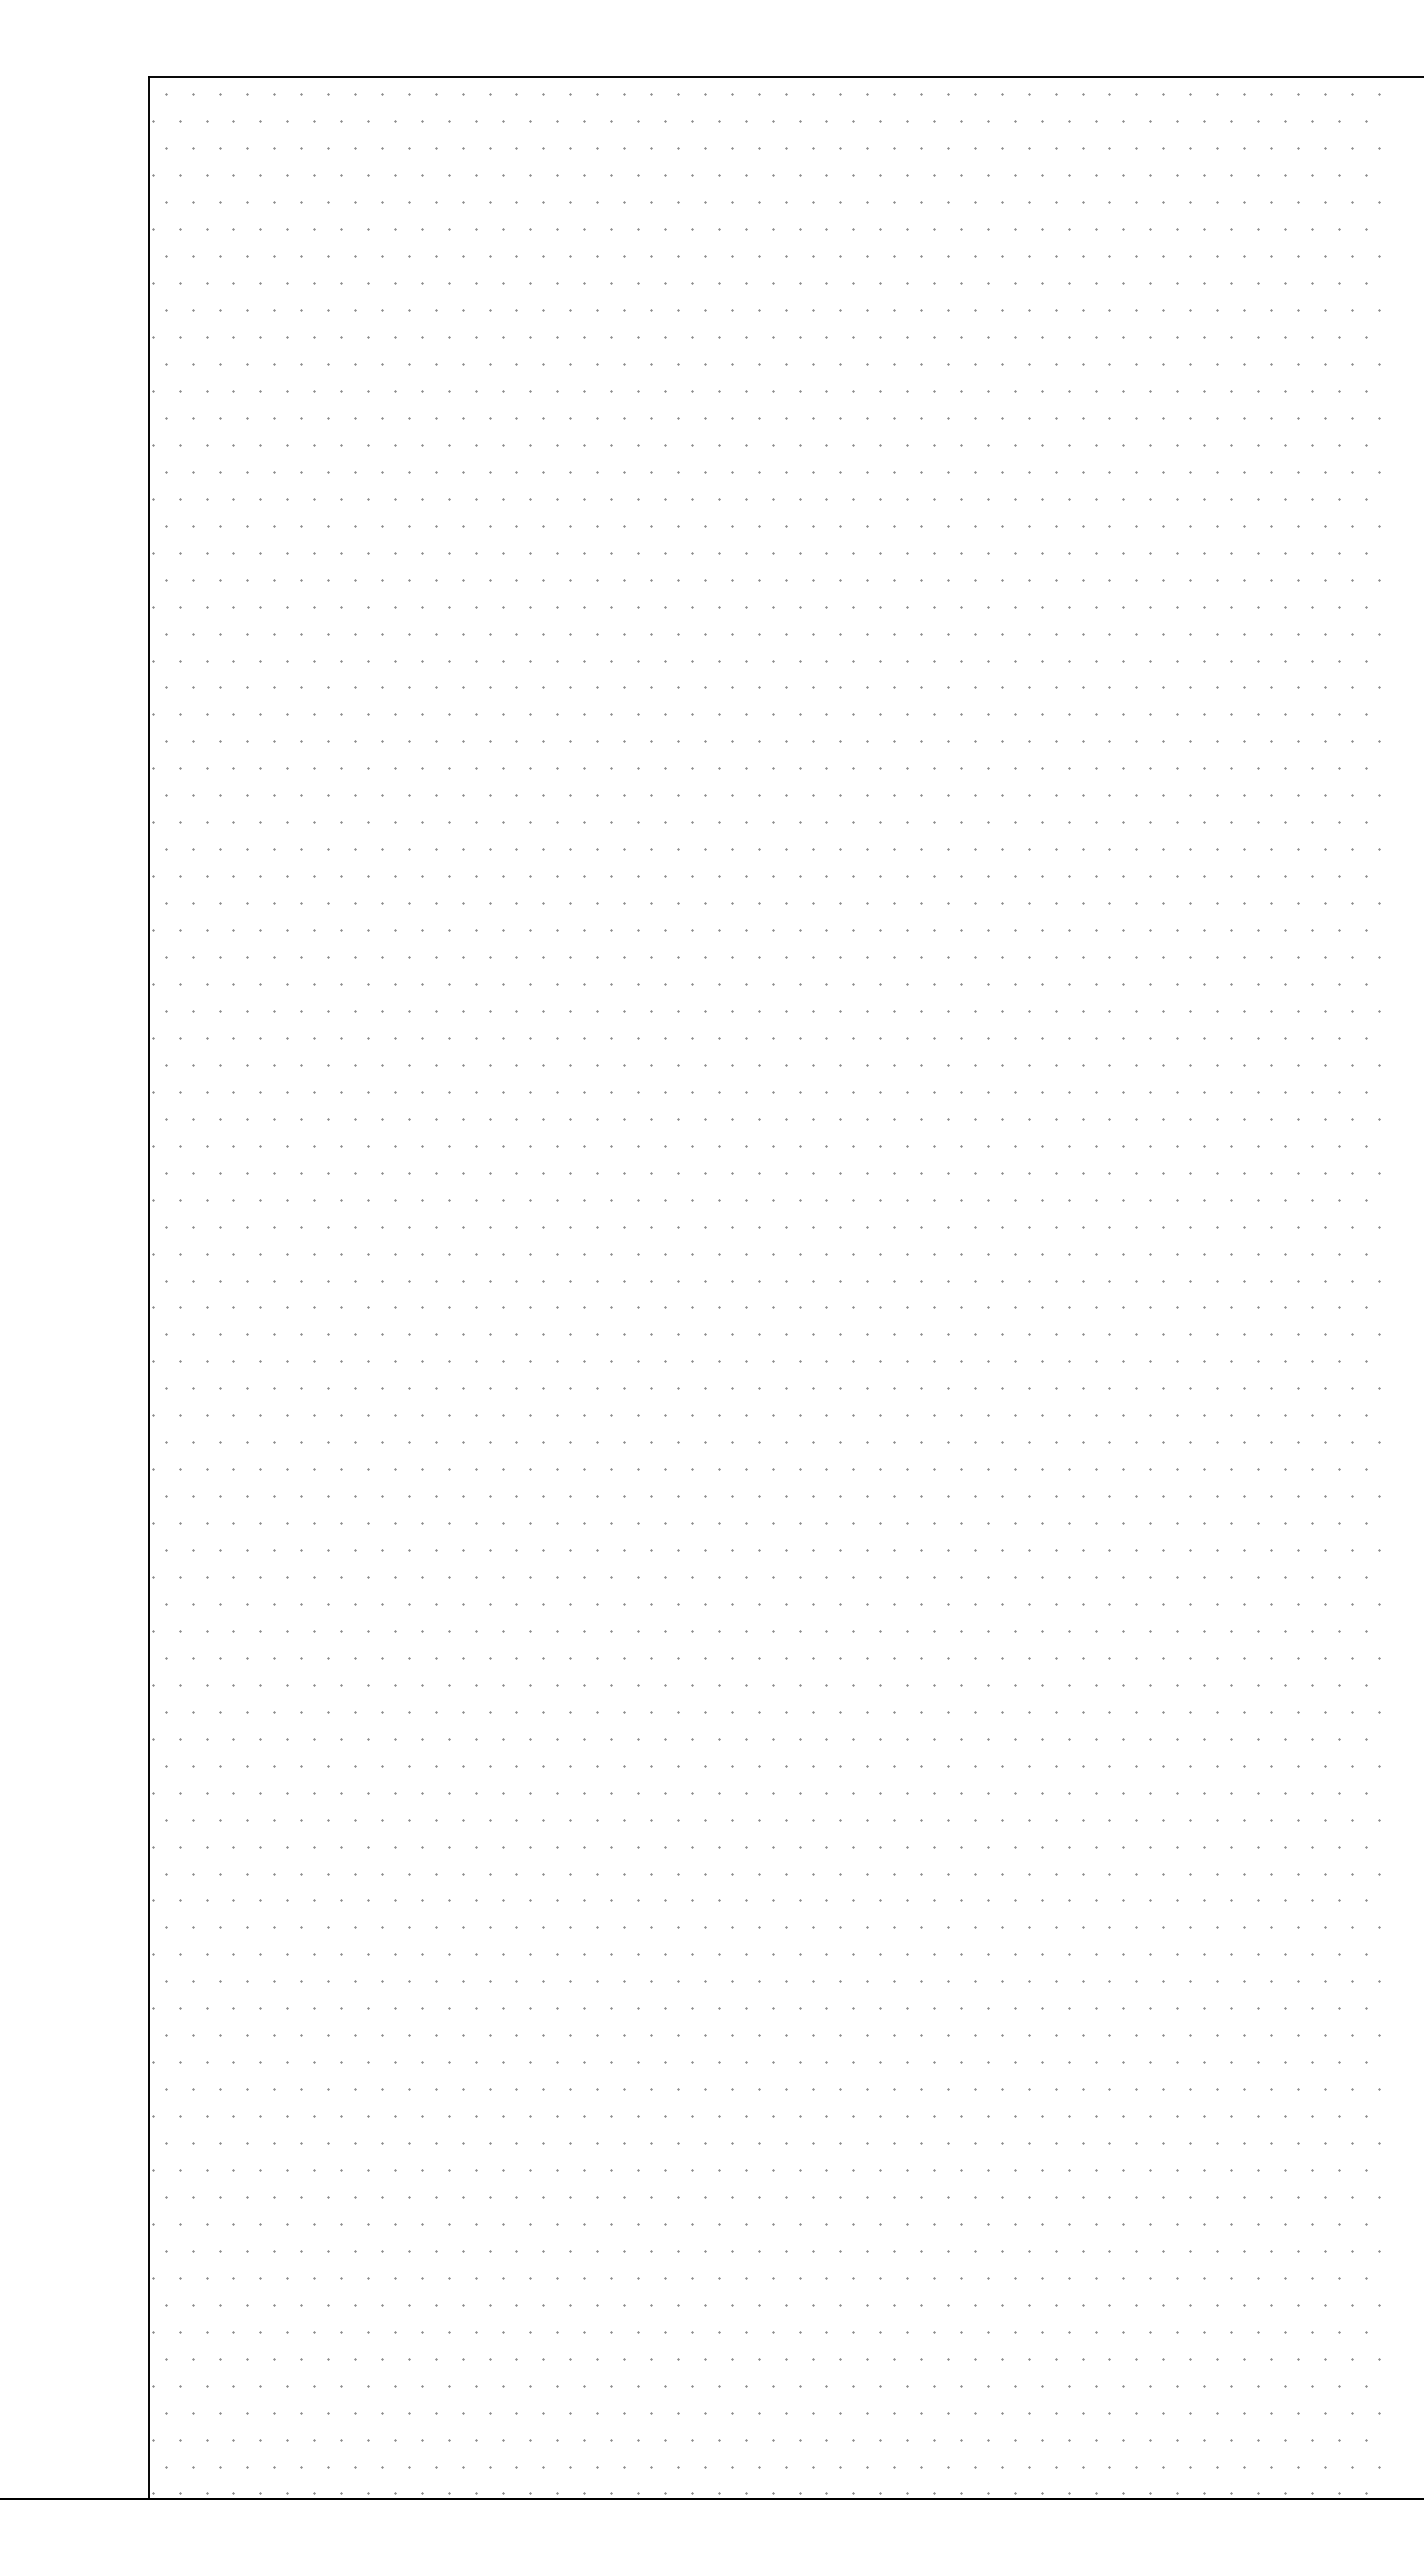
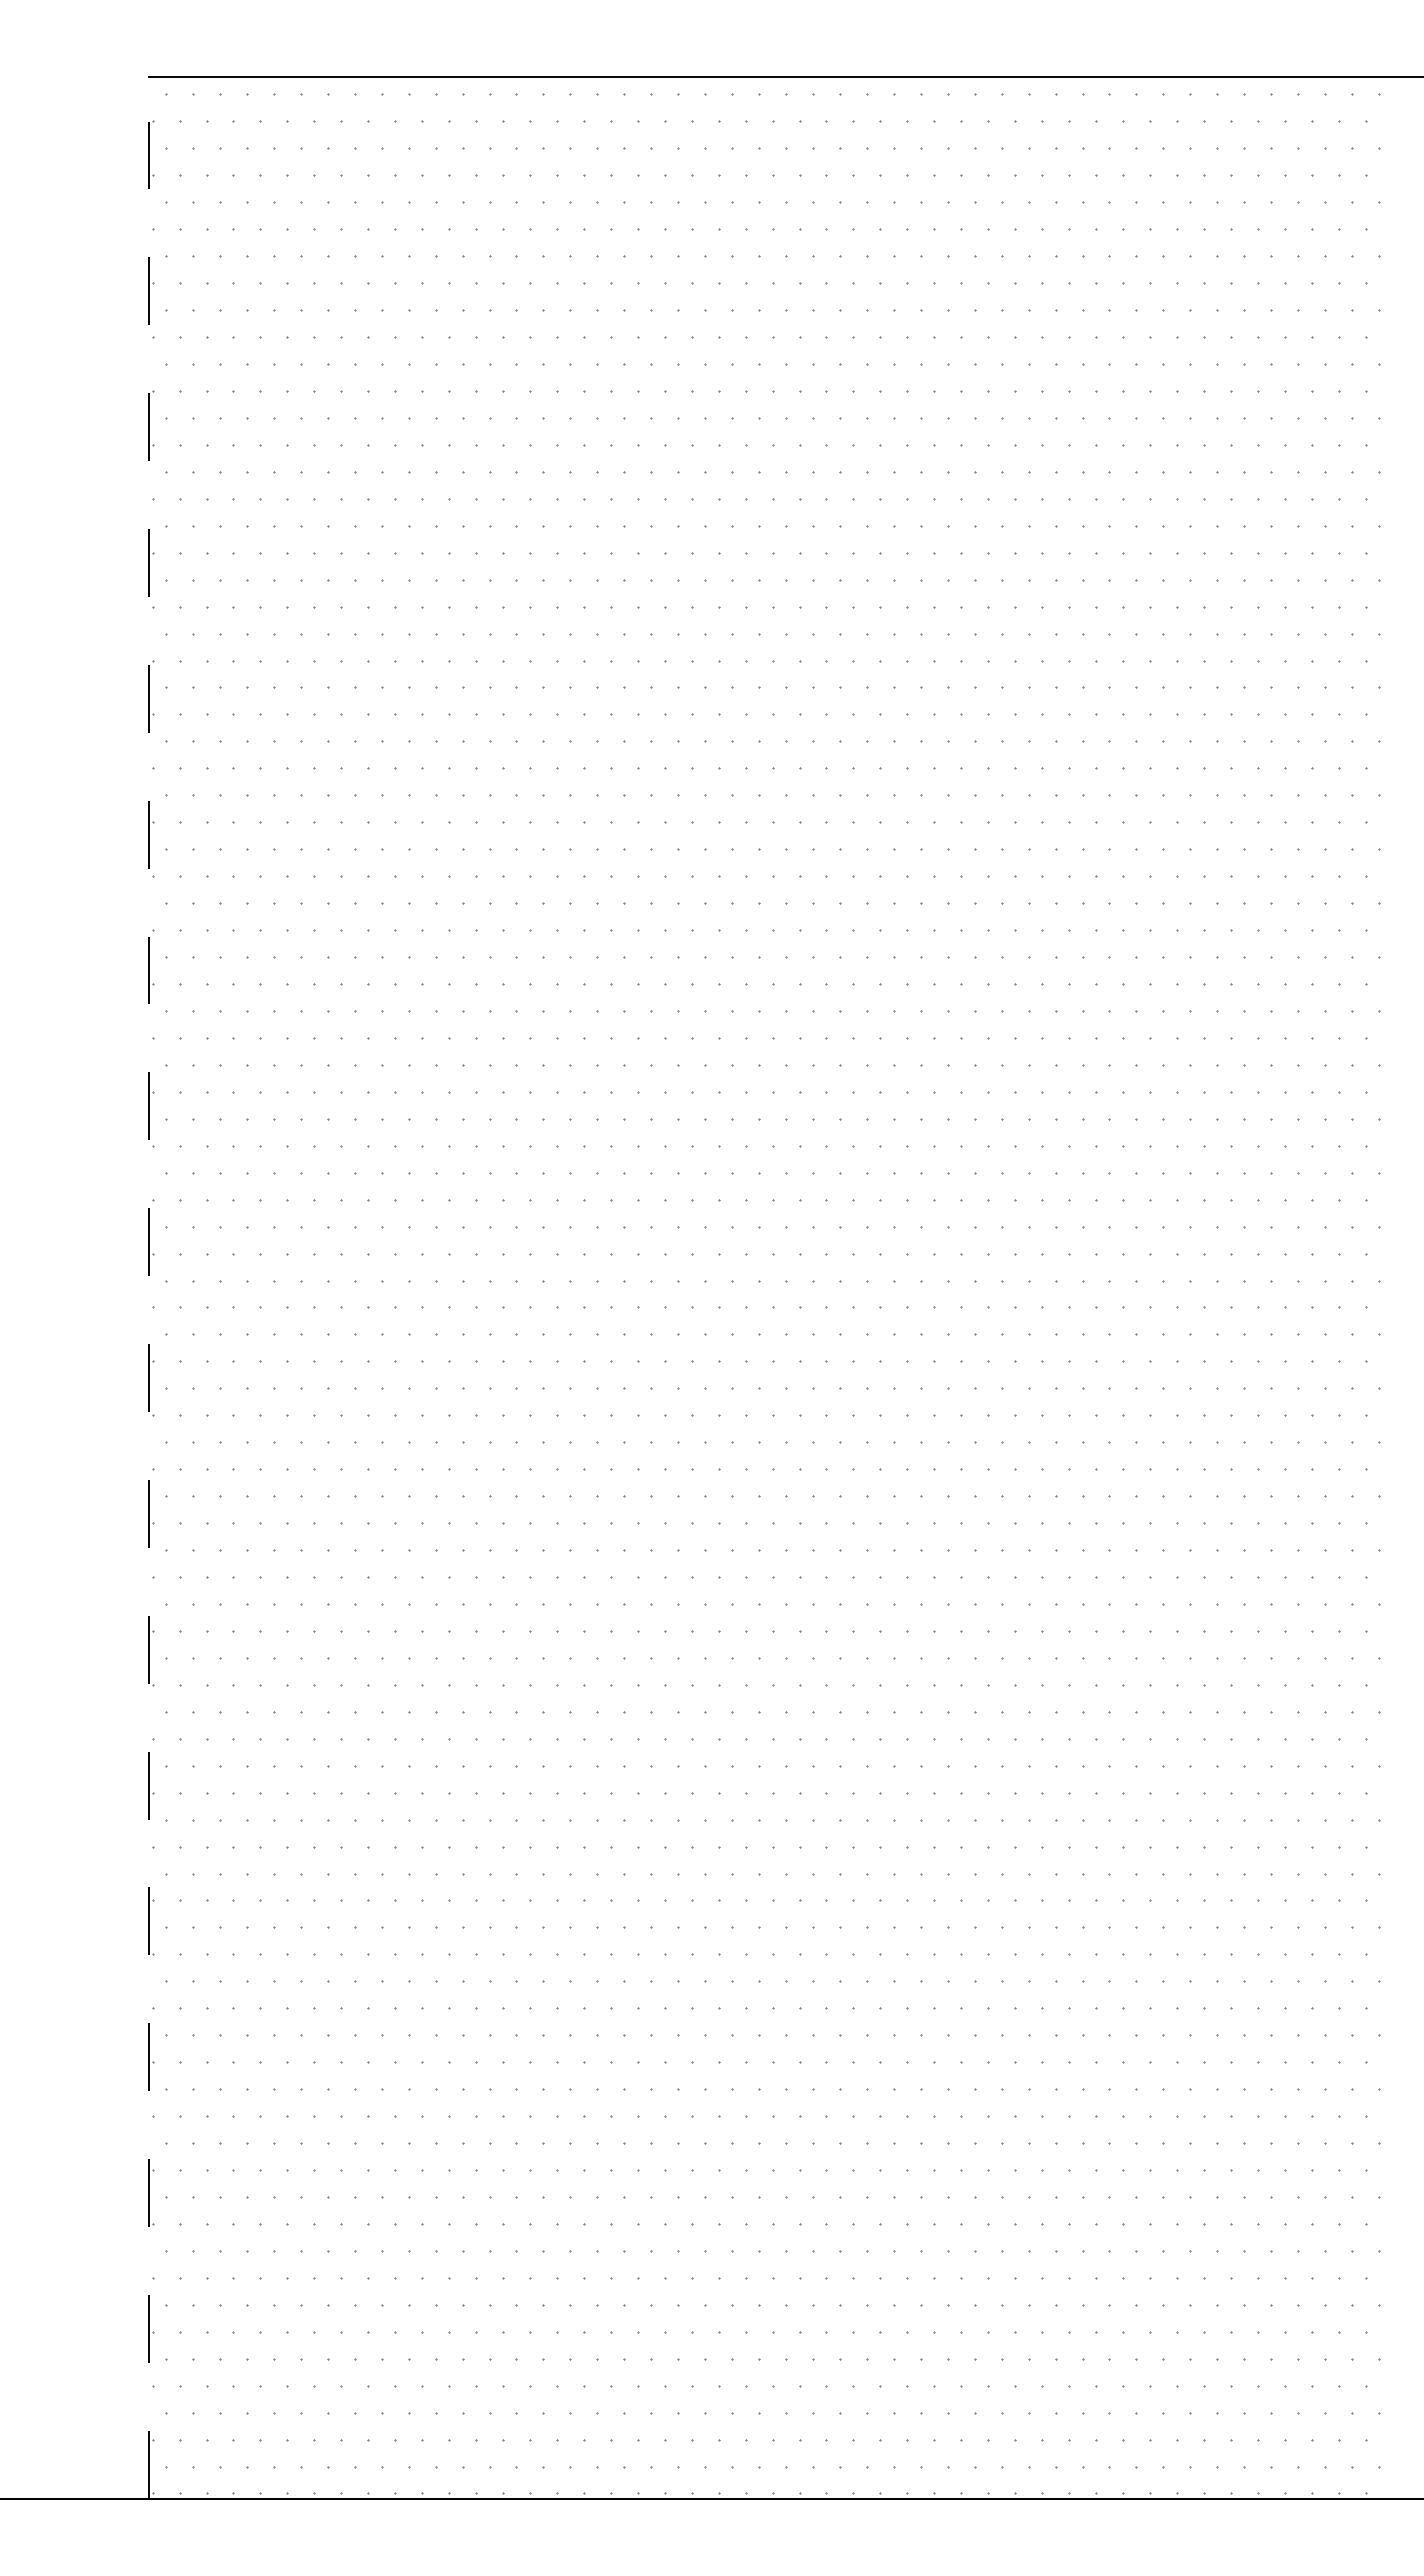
line at (149, 1287): solid -> dashed
